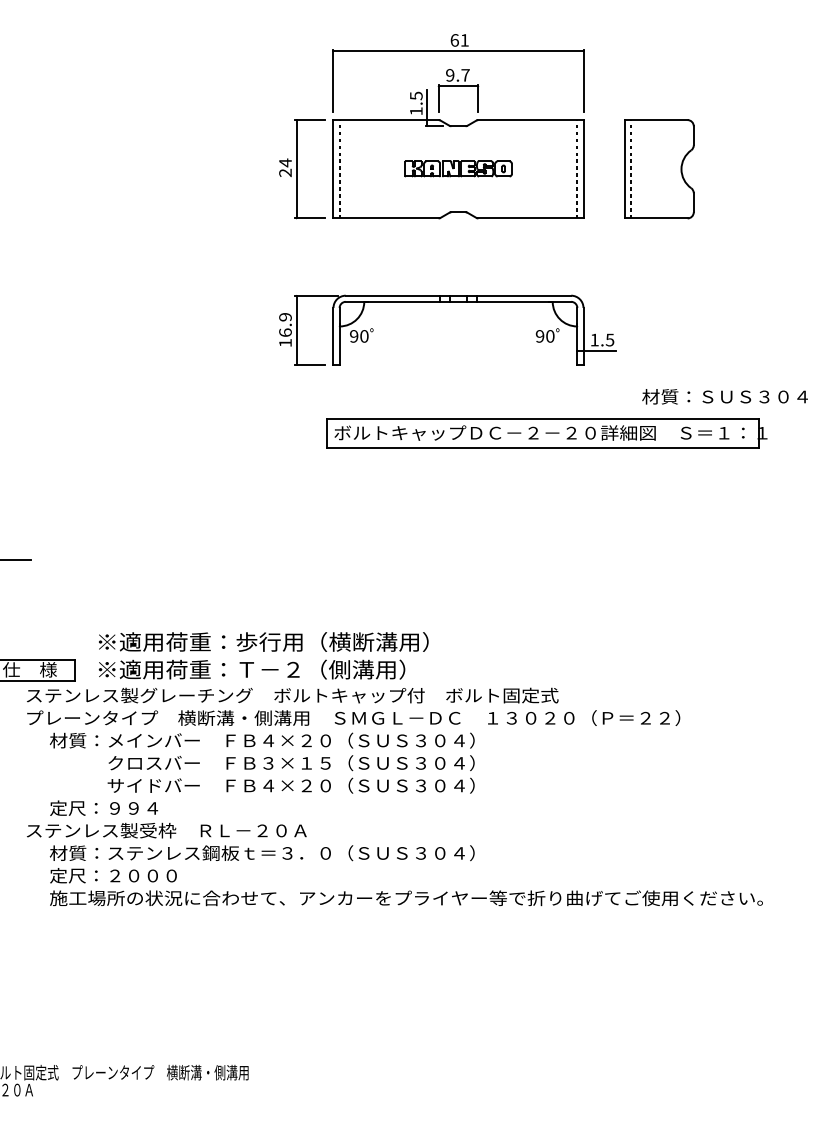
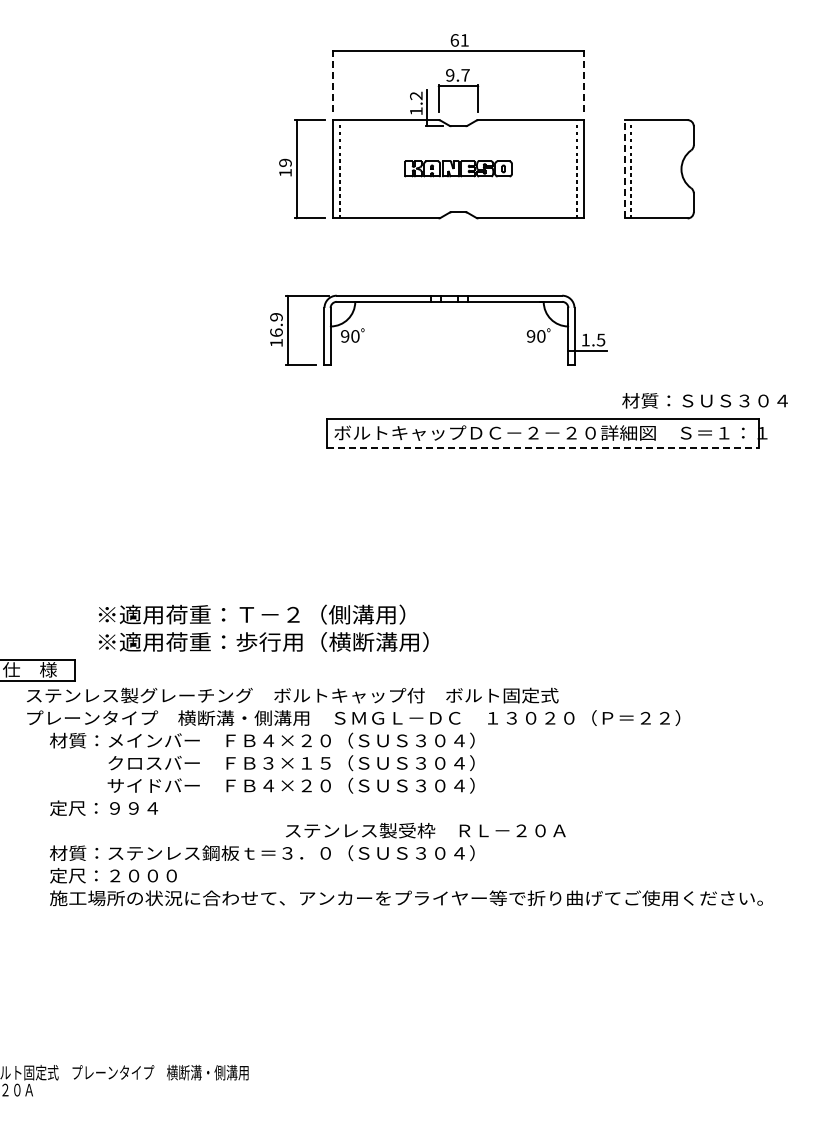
line at (333, 81): solid -> dashed
line at (583, 81): solid -> dashed
text at (416, 95): 1.5 -> 1.2
text at (285, 167): 24 -> 19
line at (624, 168): solid -> dashed
part at (447, 302) position: (447, 302) -> (438, 302)
text at (724, 396) position: (724, 396) -> (704, 400)
line at (543, 447): solid -> dashed
line at (16, 560): present -> none
text at (251, 669) position: (251, 669) -> (251, 614)
text at (166, 830) position: (166, 830) -> (425, 830)
